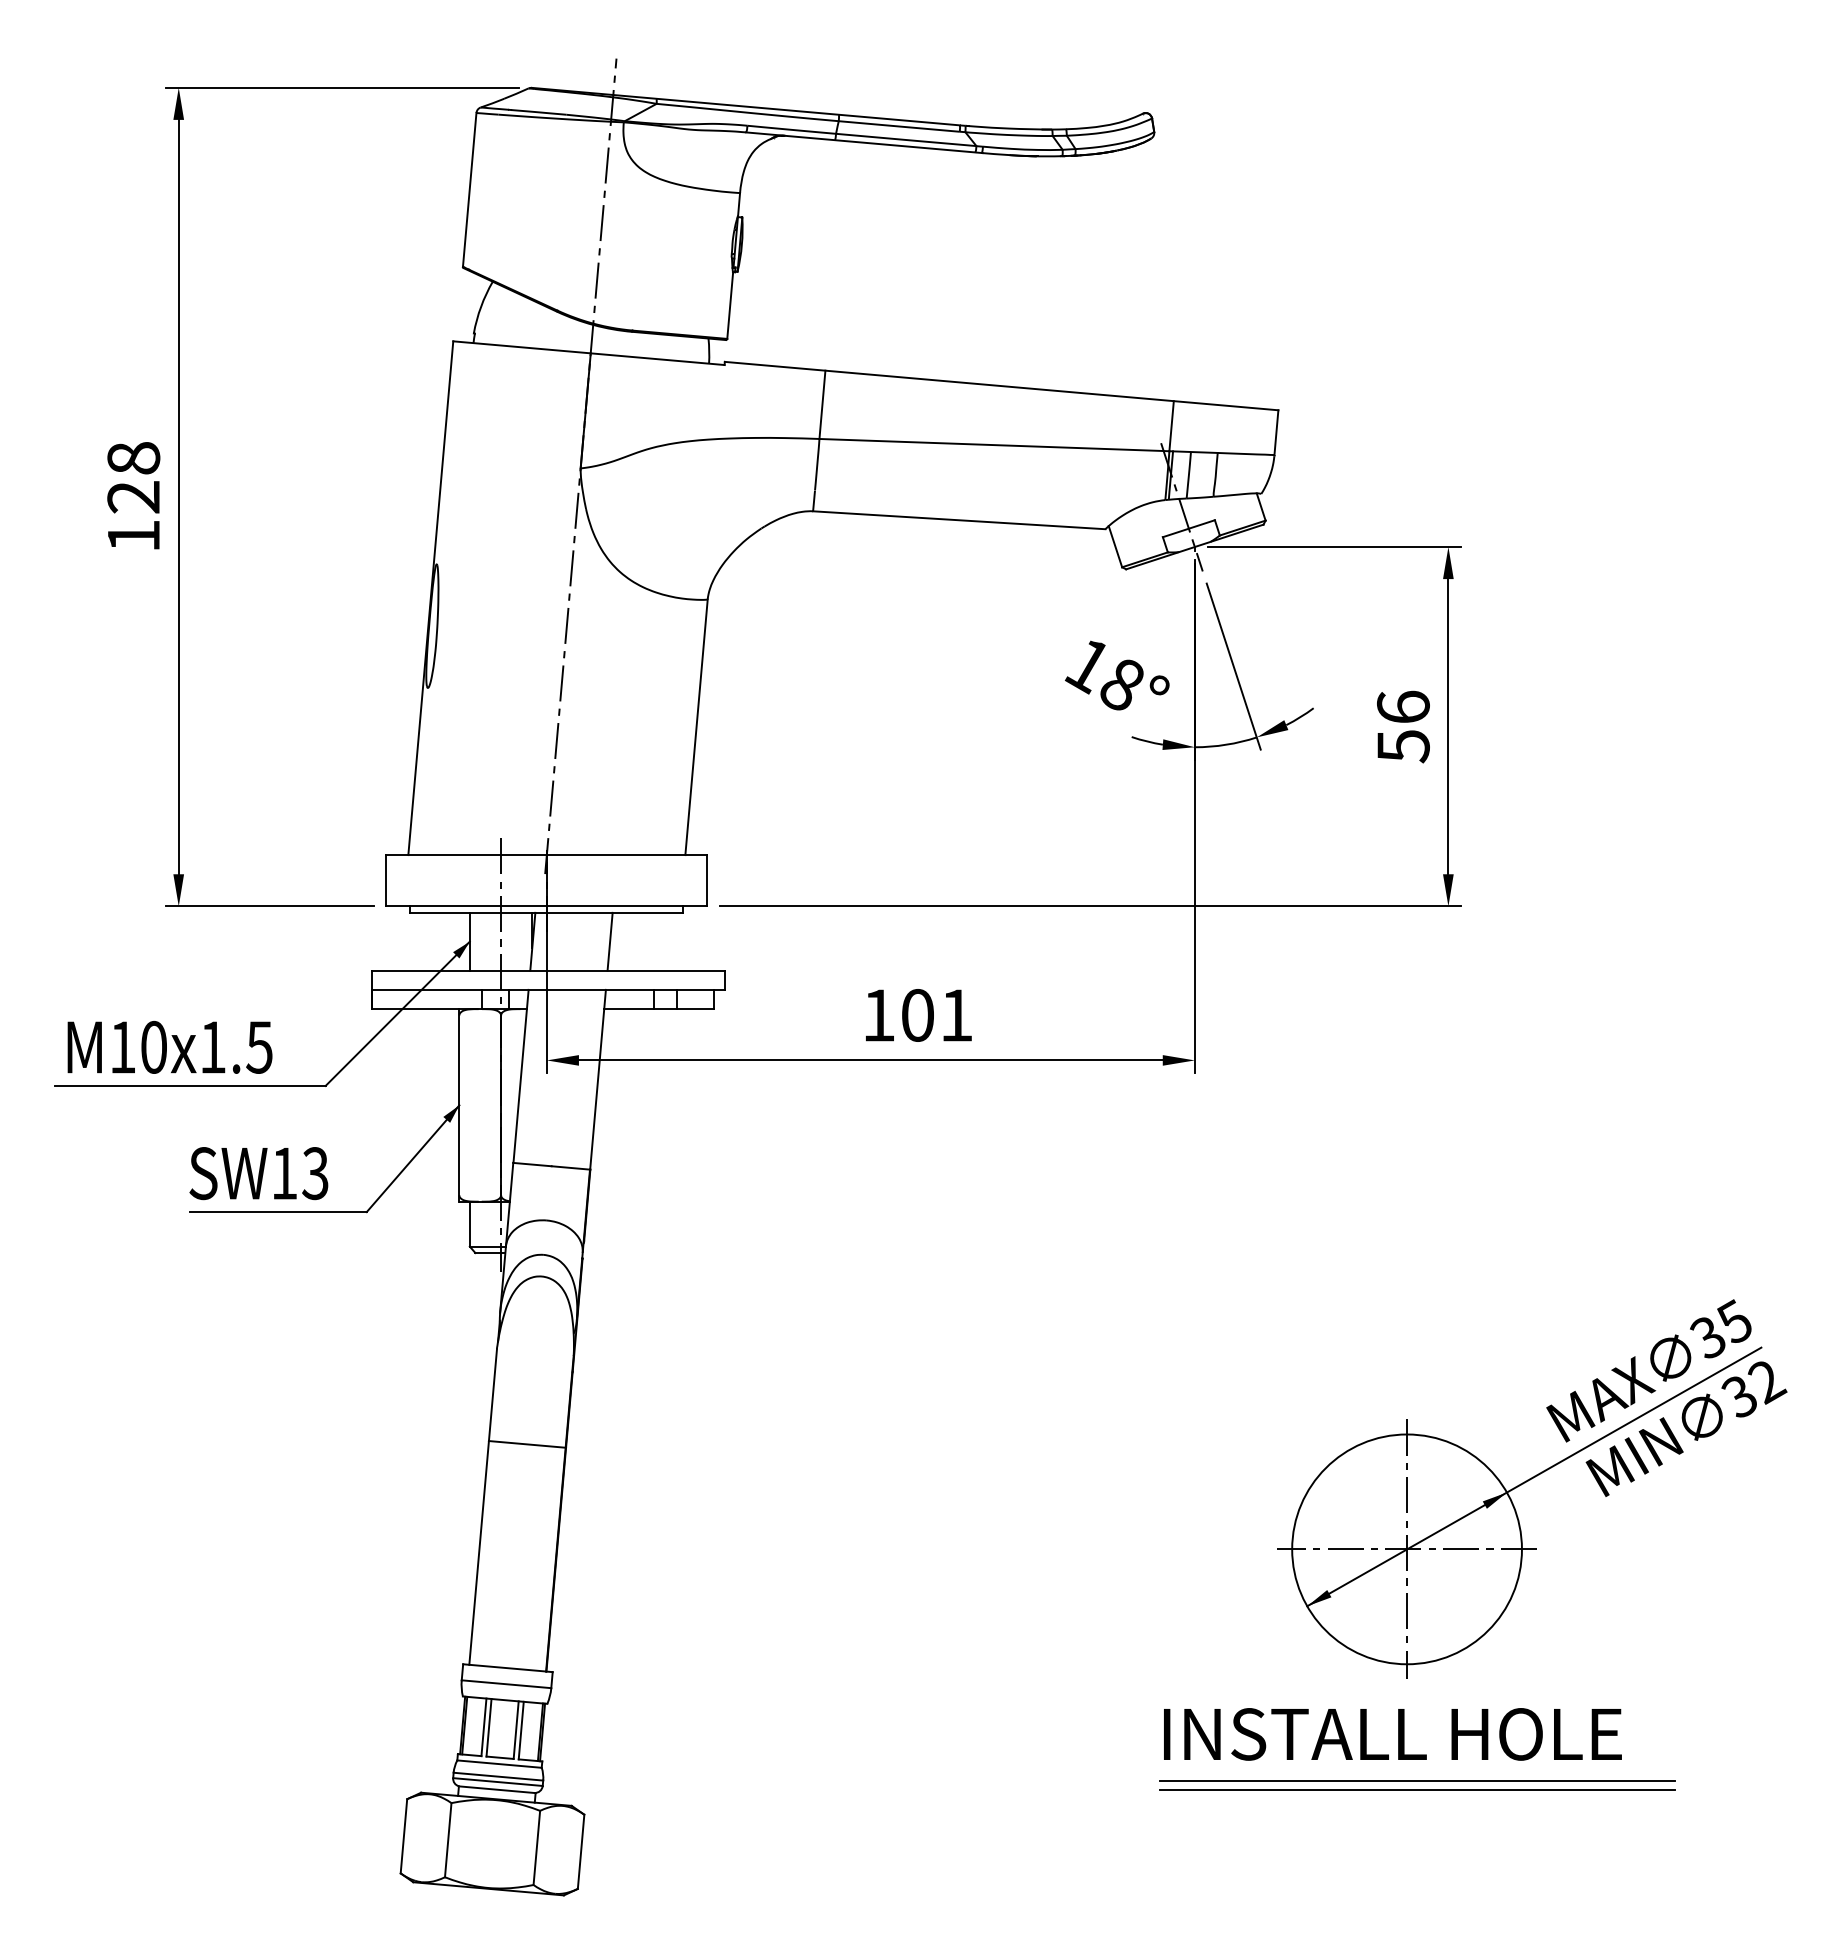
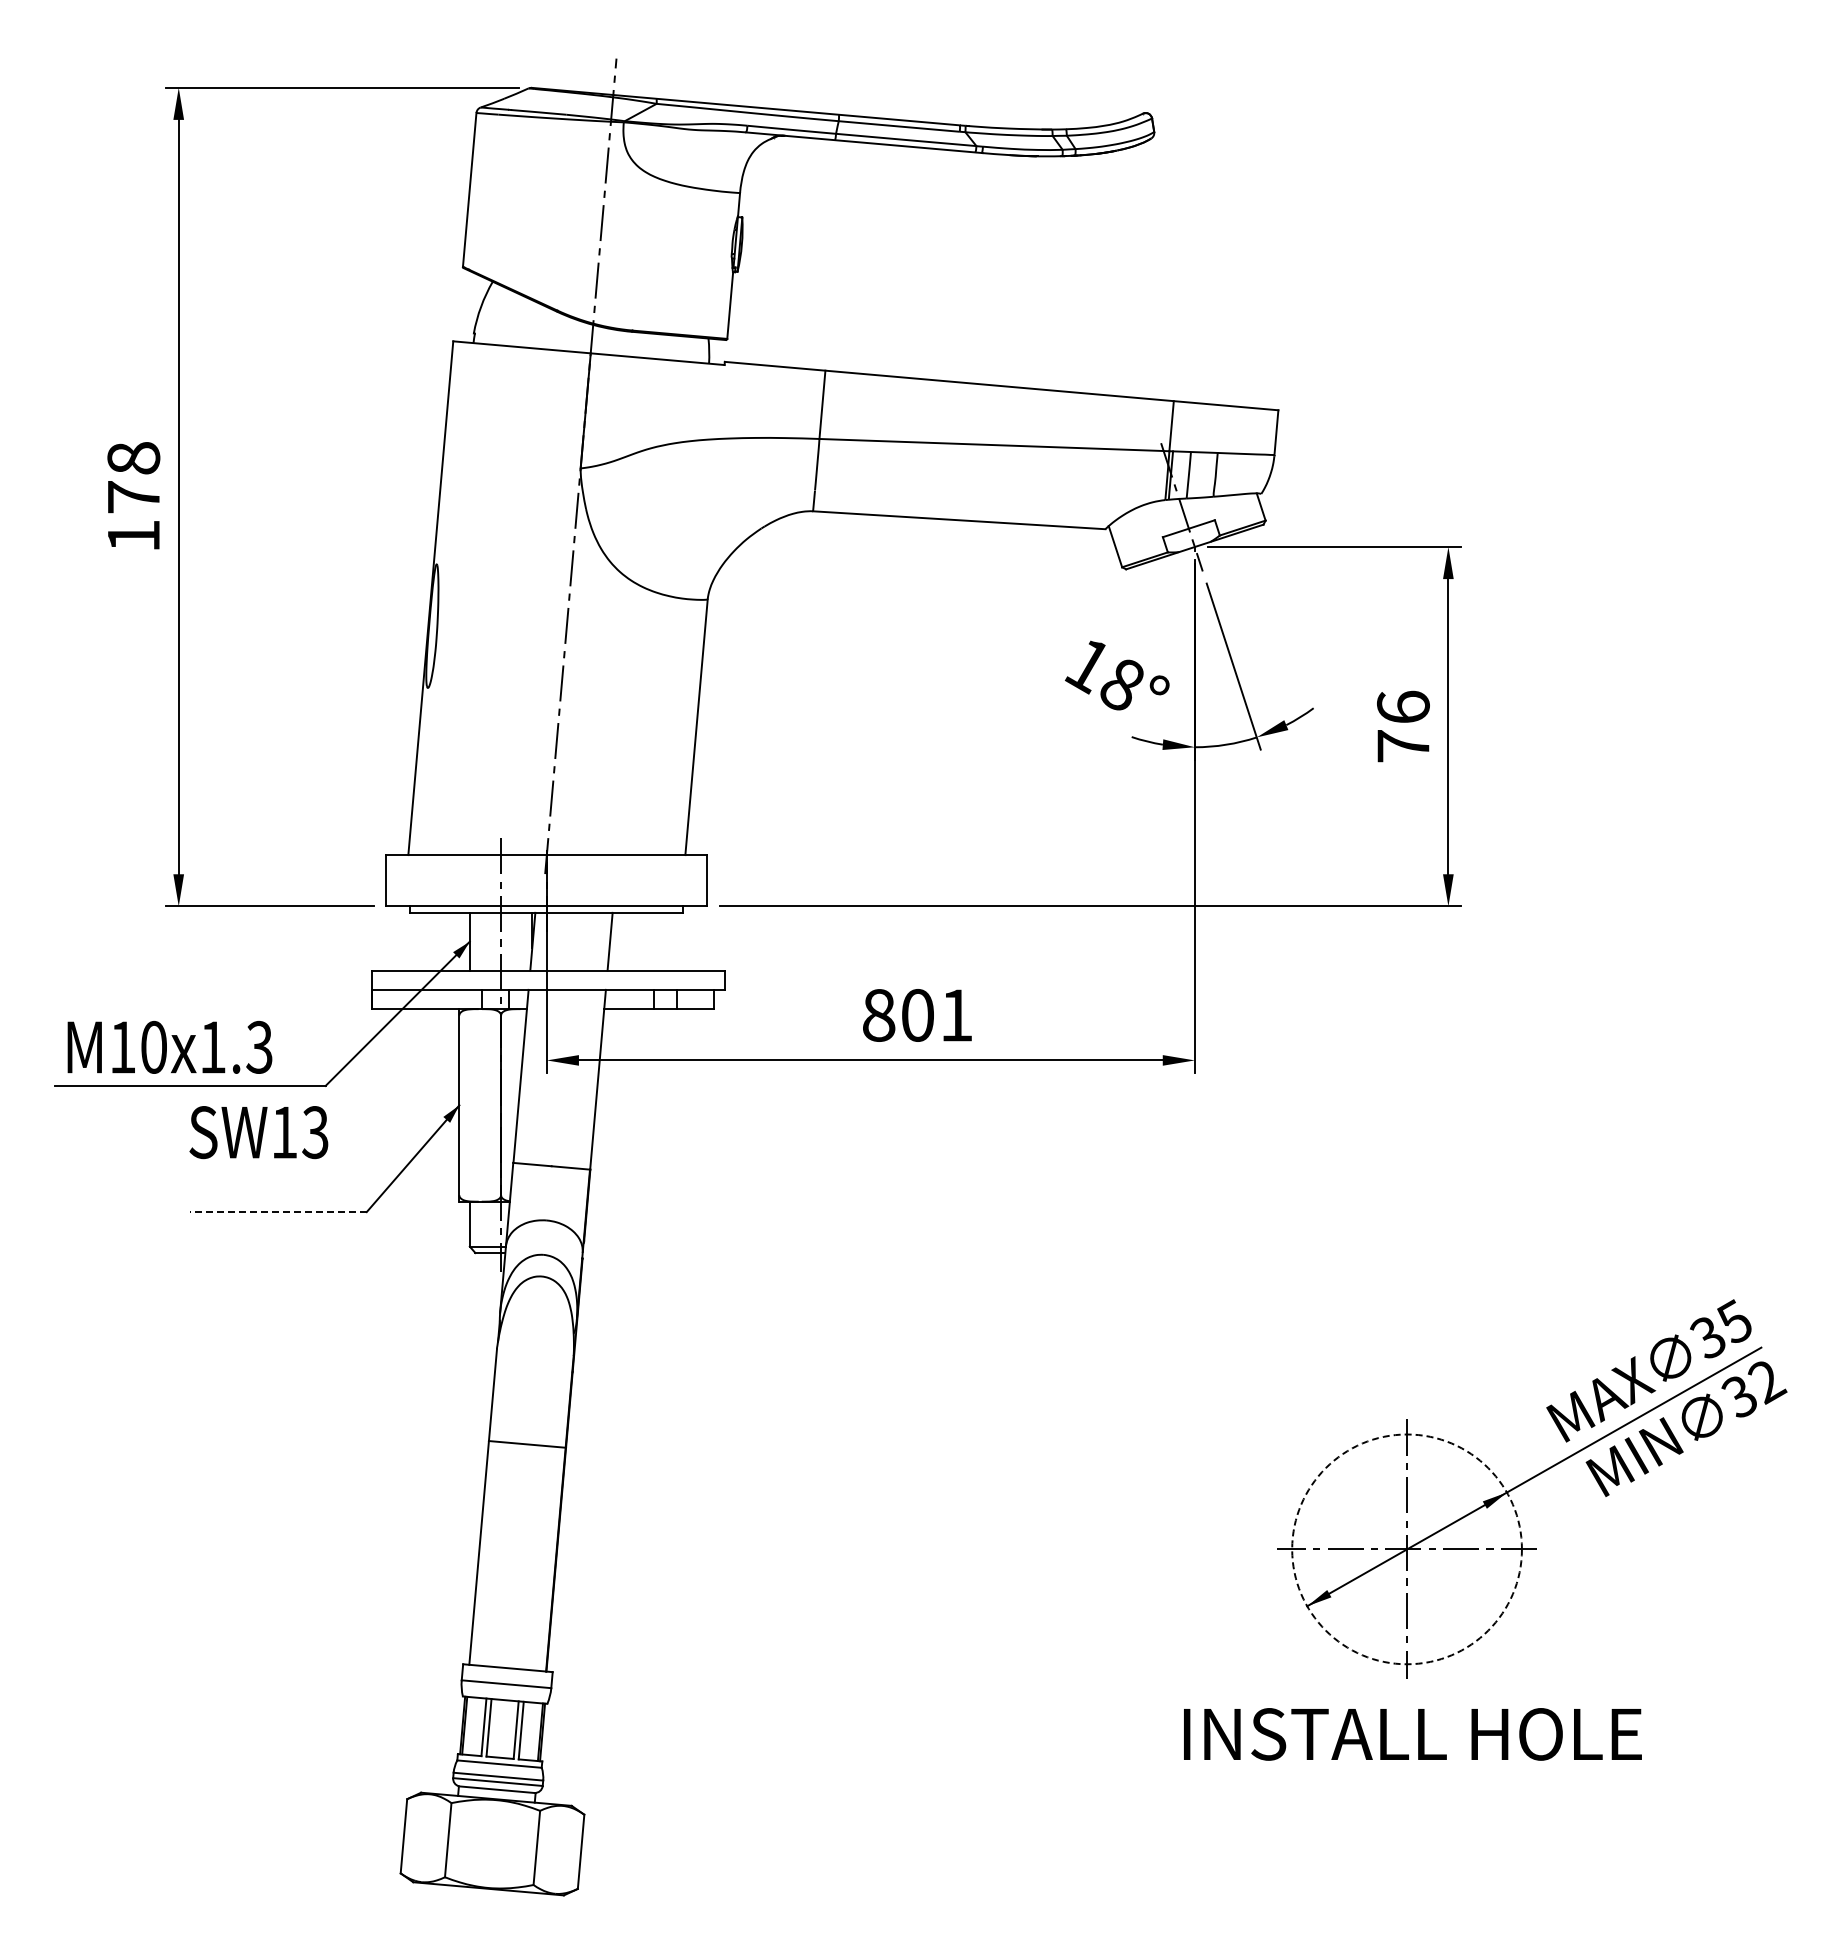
text at (133, 497): 128 -> 178
text at (1403, 746): 56 -> 76
text at (879, 1015): 101 -> 801
text at (259, 1046): M10x1.5 -> M10x1.3
text at (258, 1173) position: (258, 1173) -> (258, 1132)
line at (278, 1212): solid -> dashed
circle at (1406, 1549): solid -> dashed
text at (1392, 1734) position: (1392, 1734) -> (1412, 1734)
line at (1417, 1780): present -> none
line at (1417, 1790): present -> none
